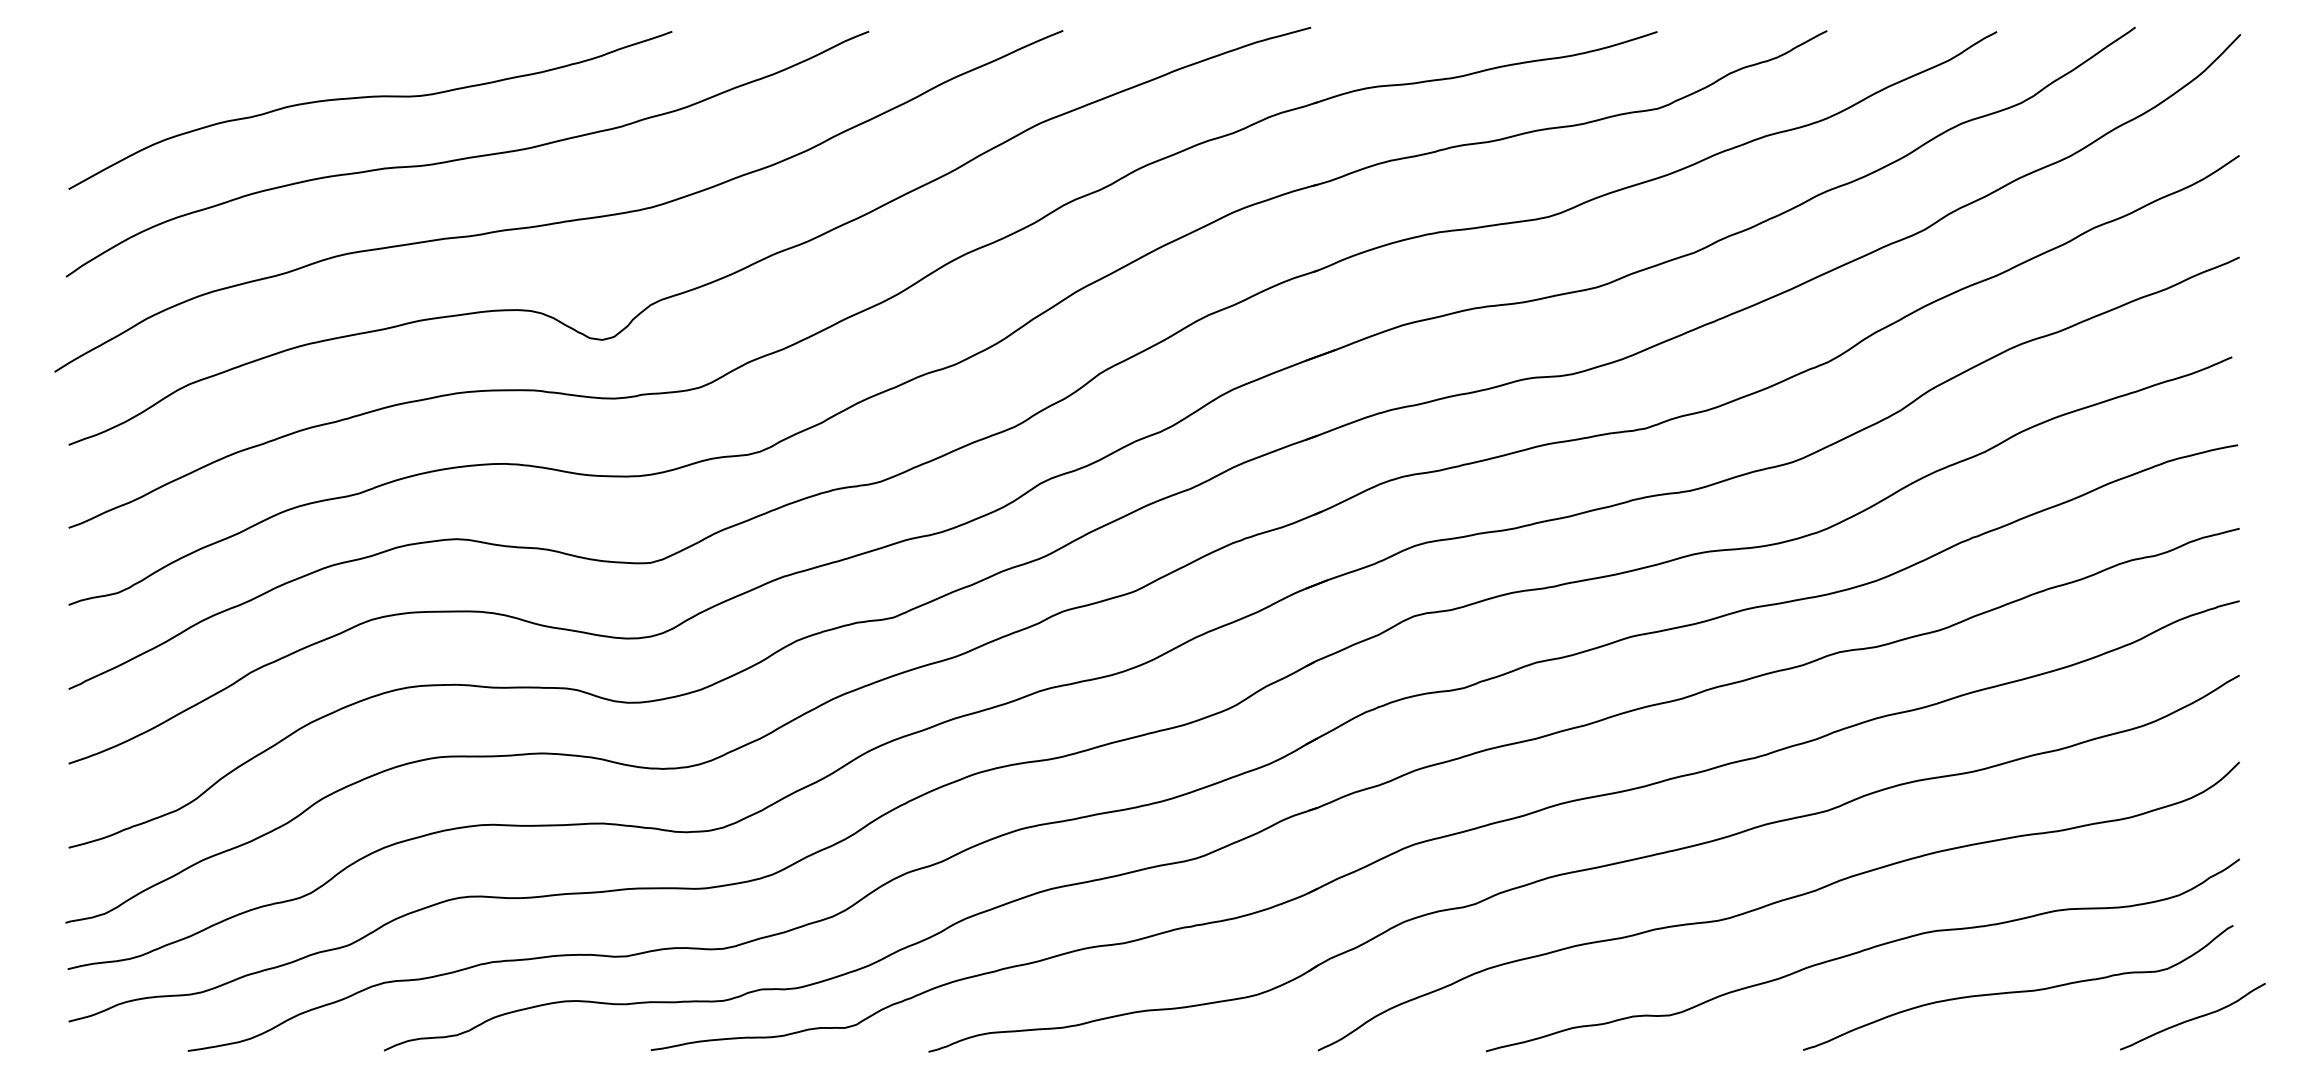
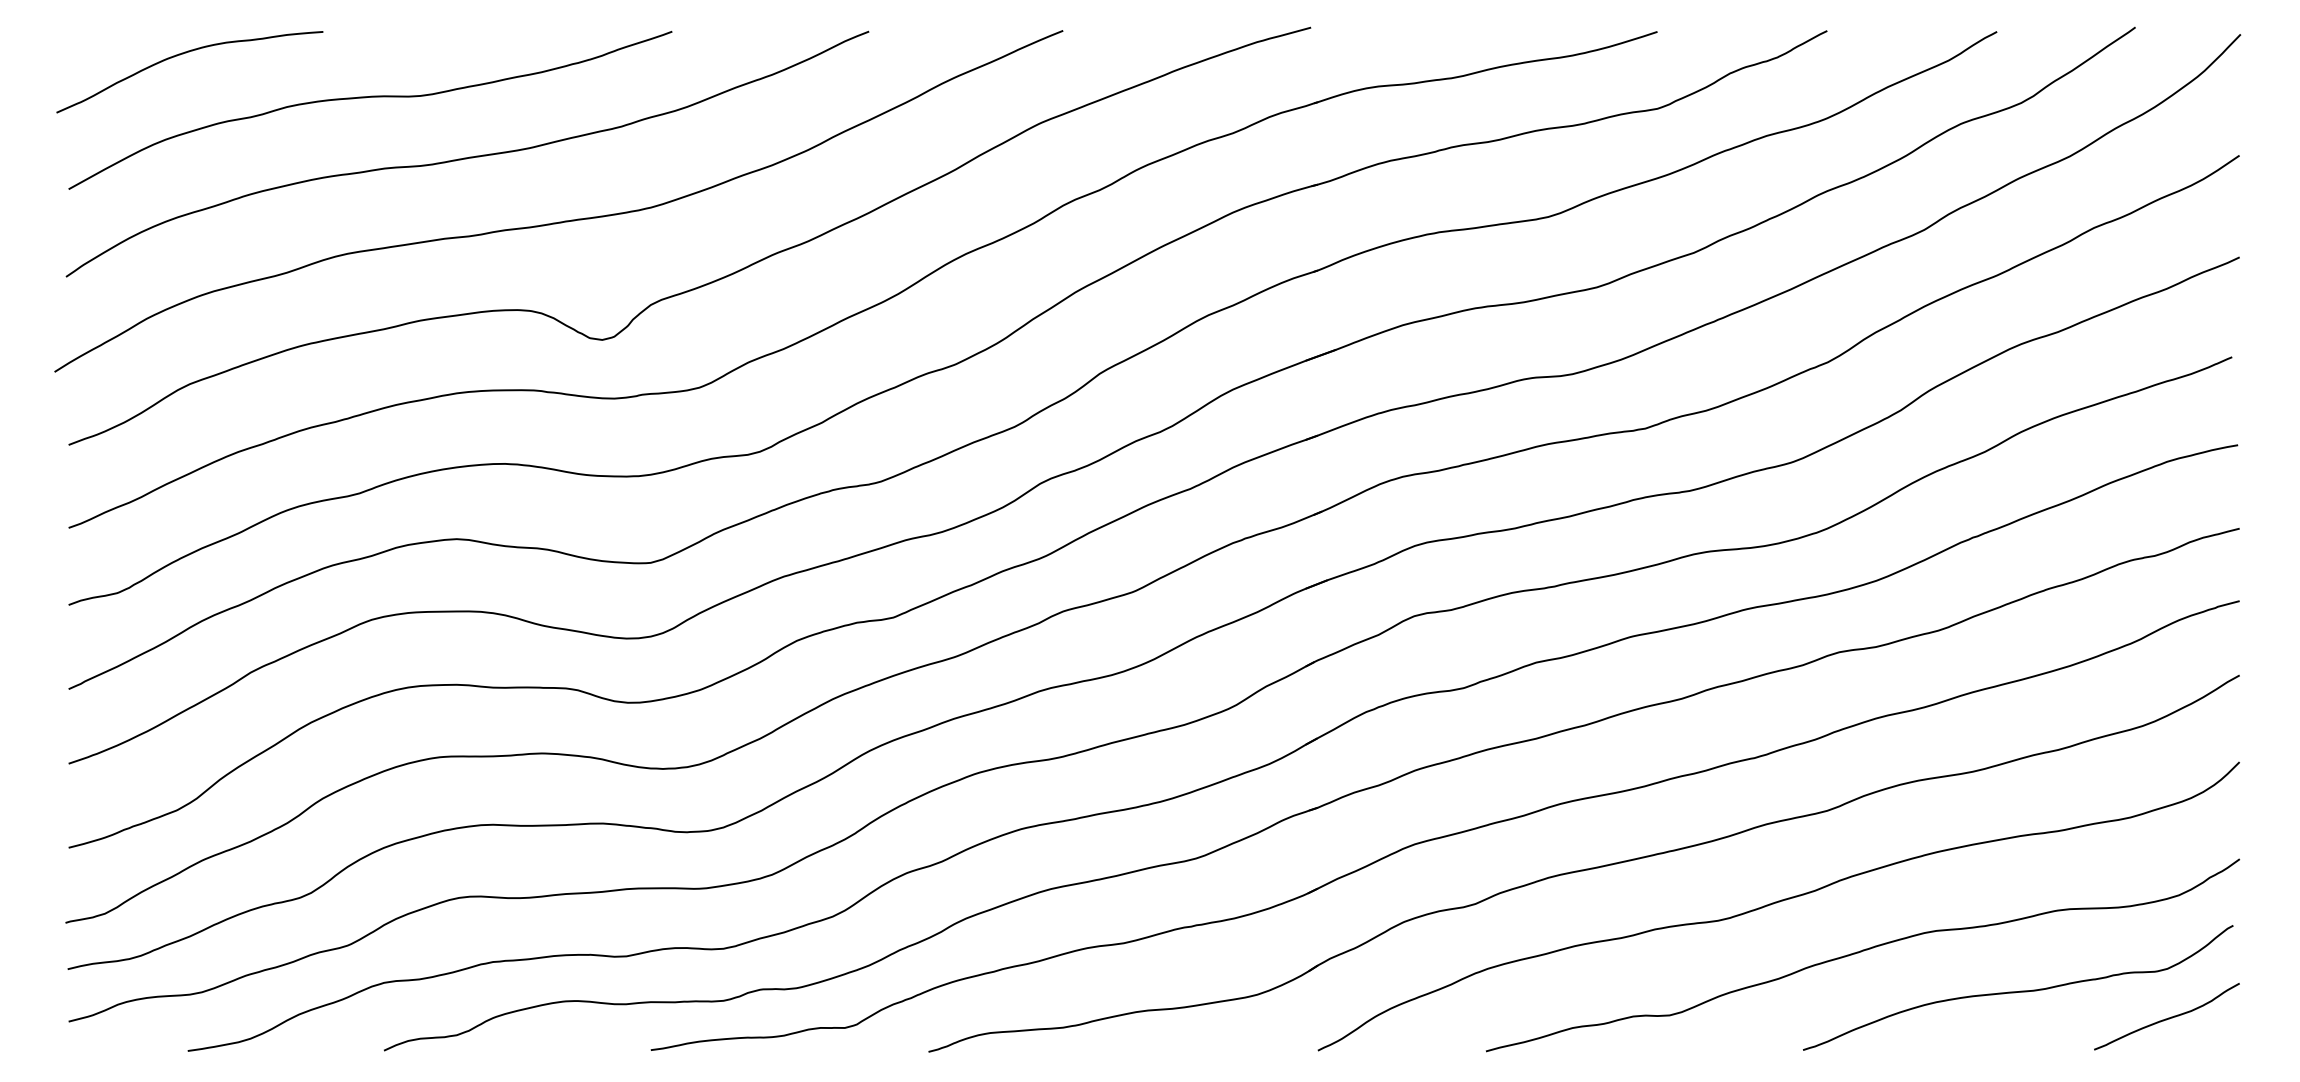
curve at (183, 54): none -> present
curve at (2192, 1018) position: (2192, 1018) -> (2166, 1018)
